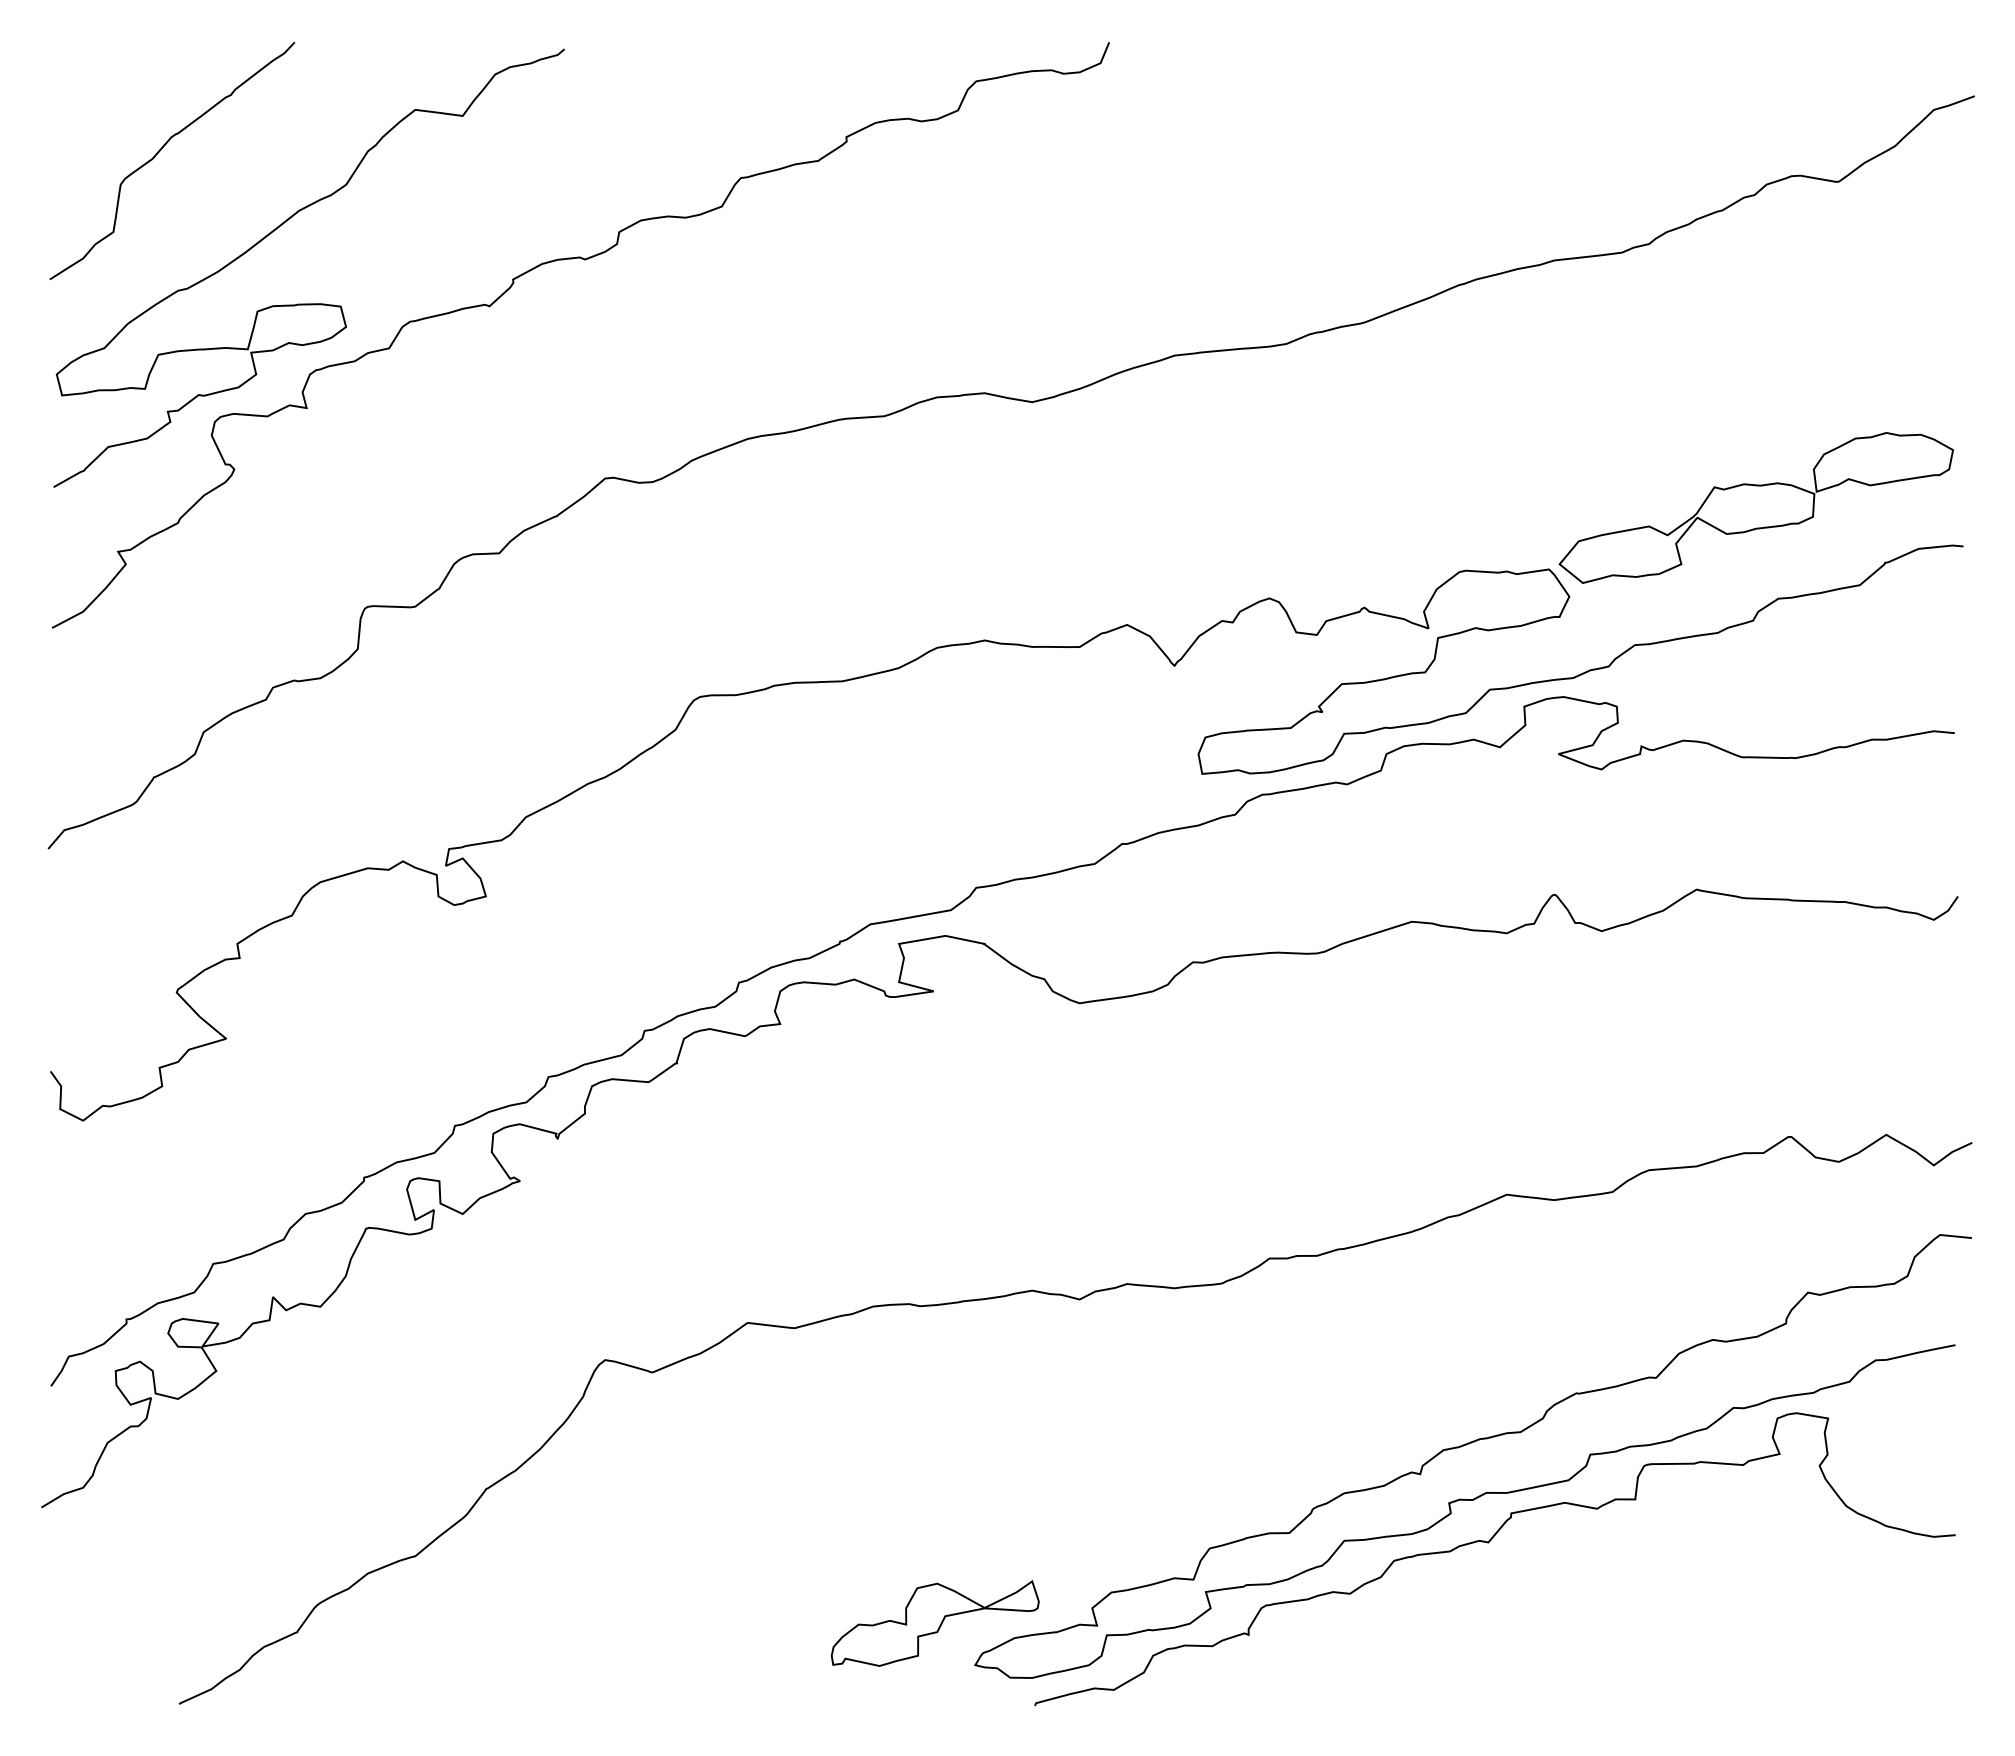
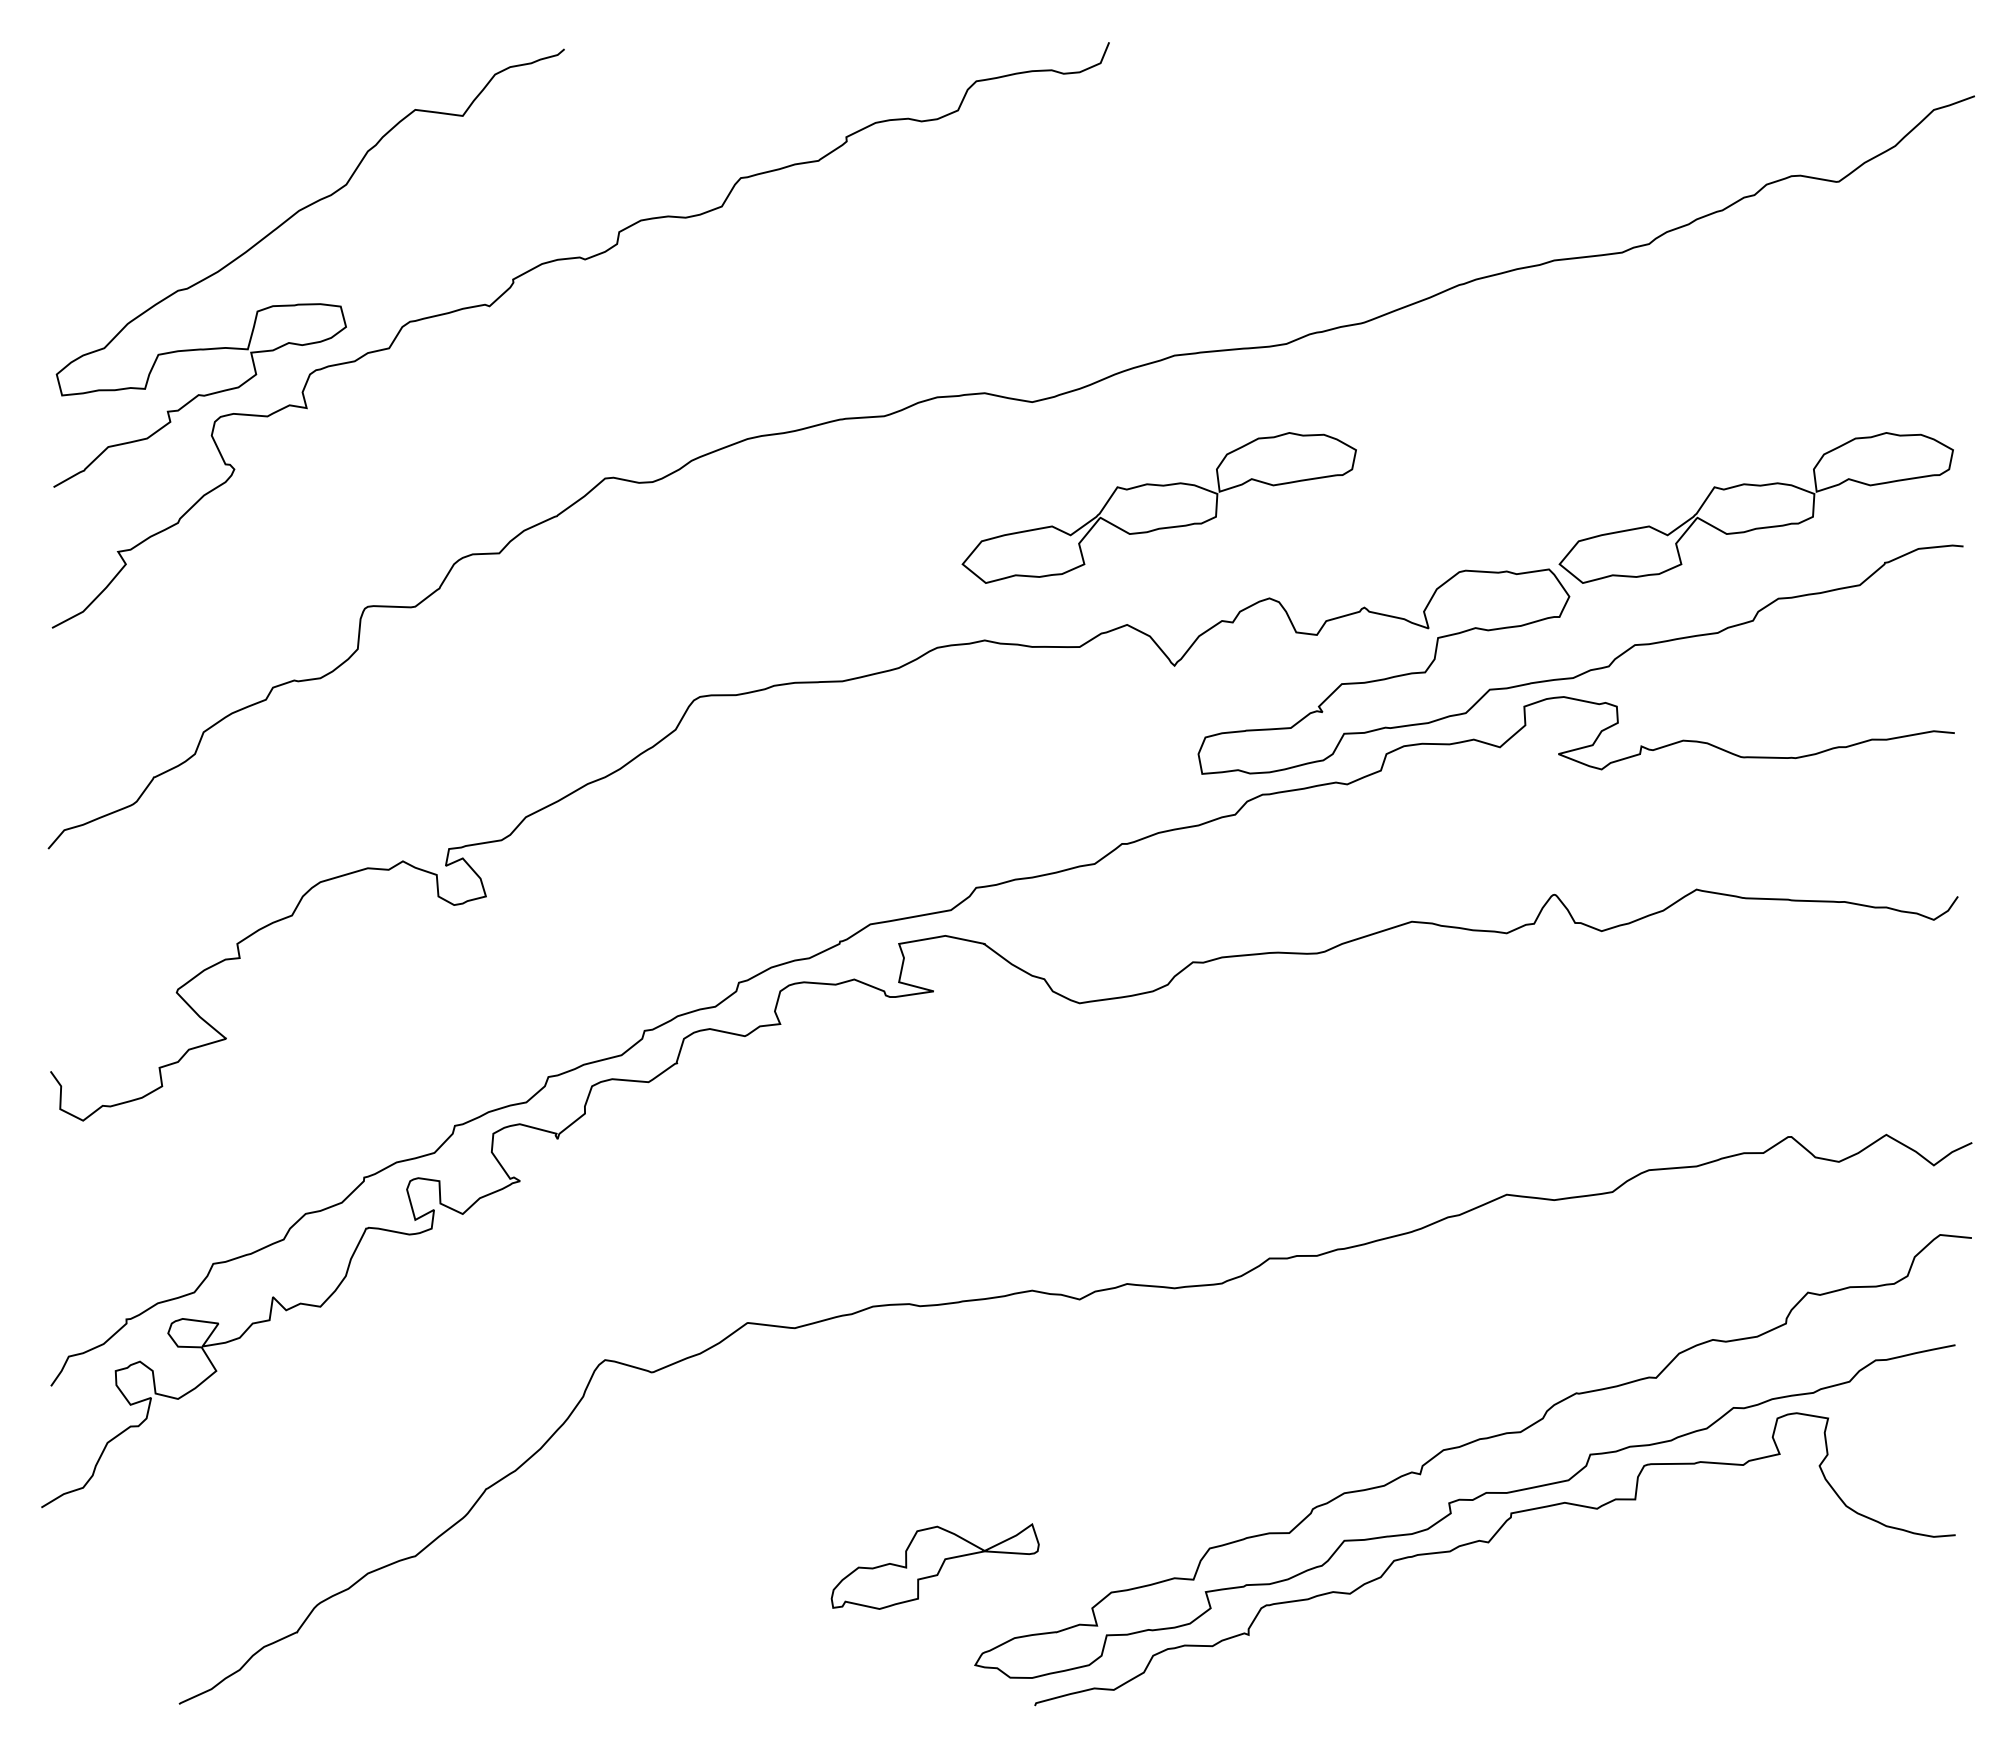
curve at (161, 150): present -> none
part at (1158, 507): none -> present
part at (934, 1623) position: (934, 1623) -> (934, 1566)
